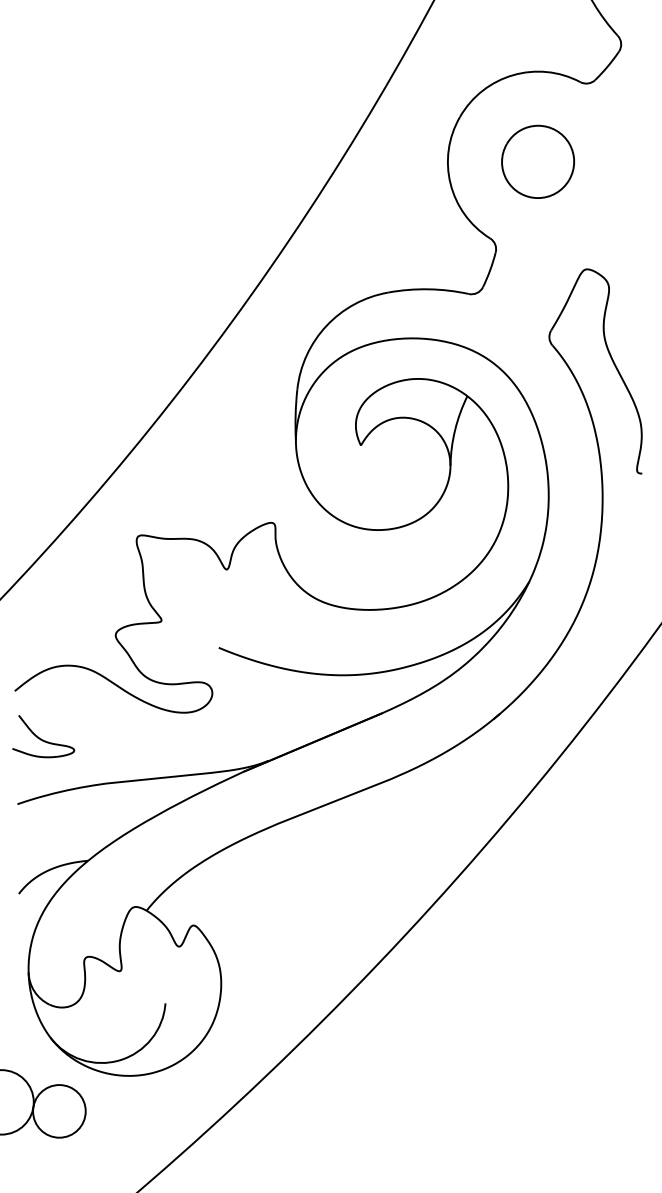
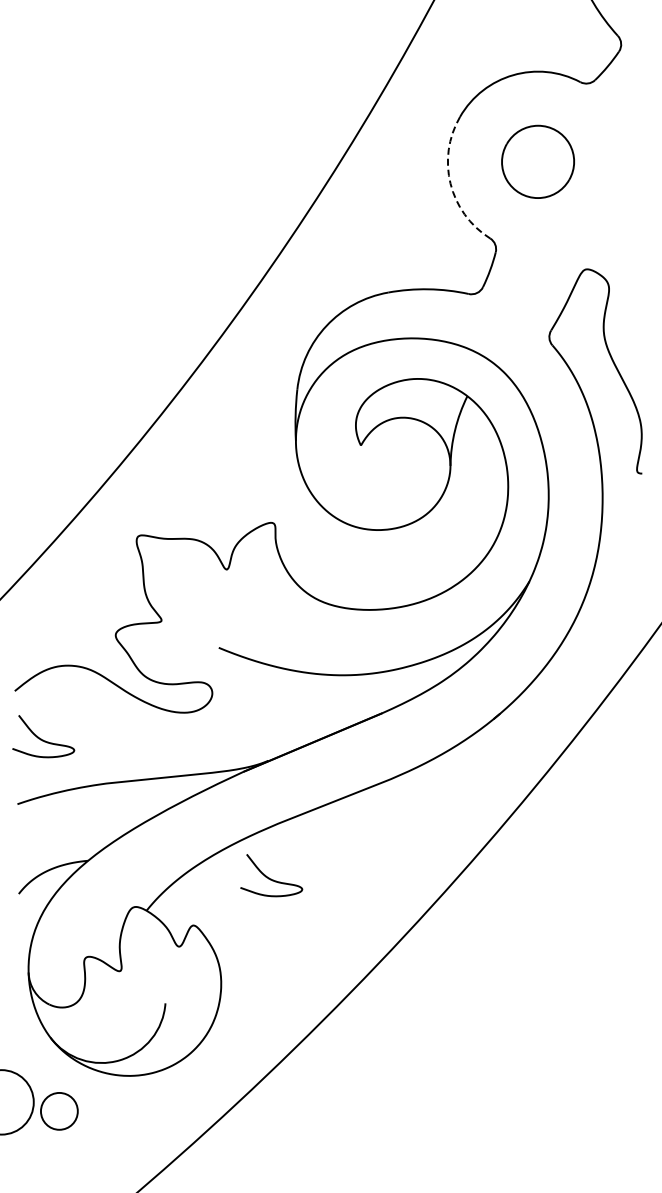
arc at (450, 183): solid -> dashed
curve at (269, 877): none -> present
circle at (59, 1111) diameter: 53 px -> 37 px
